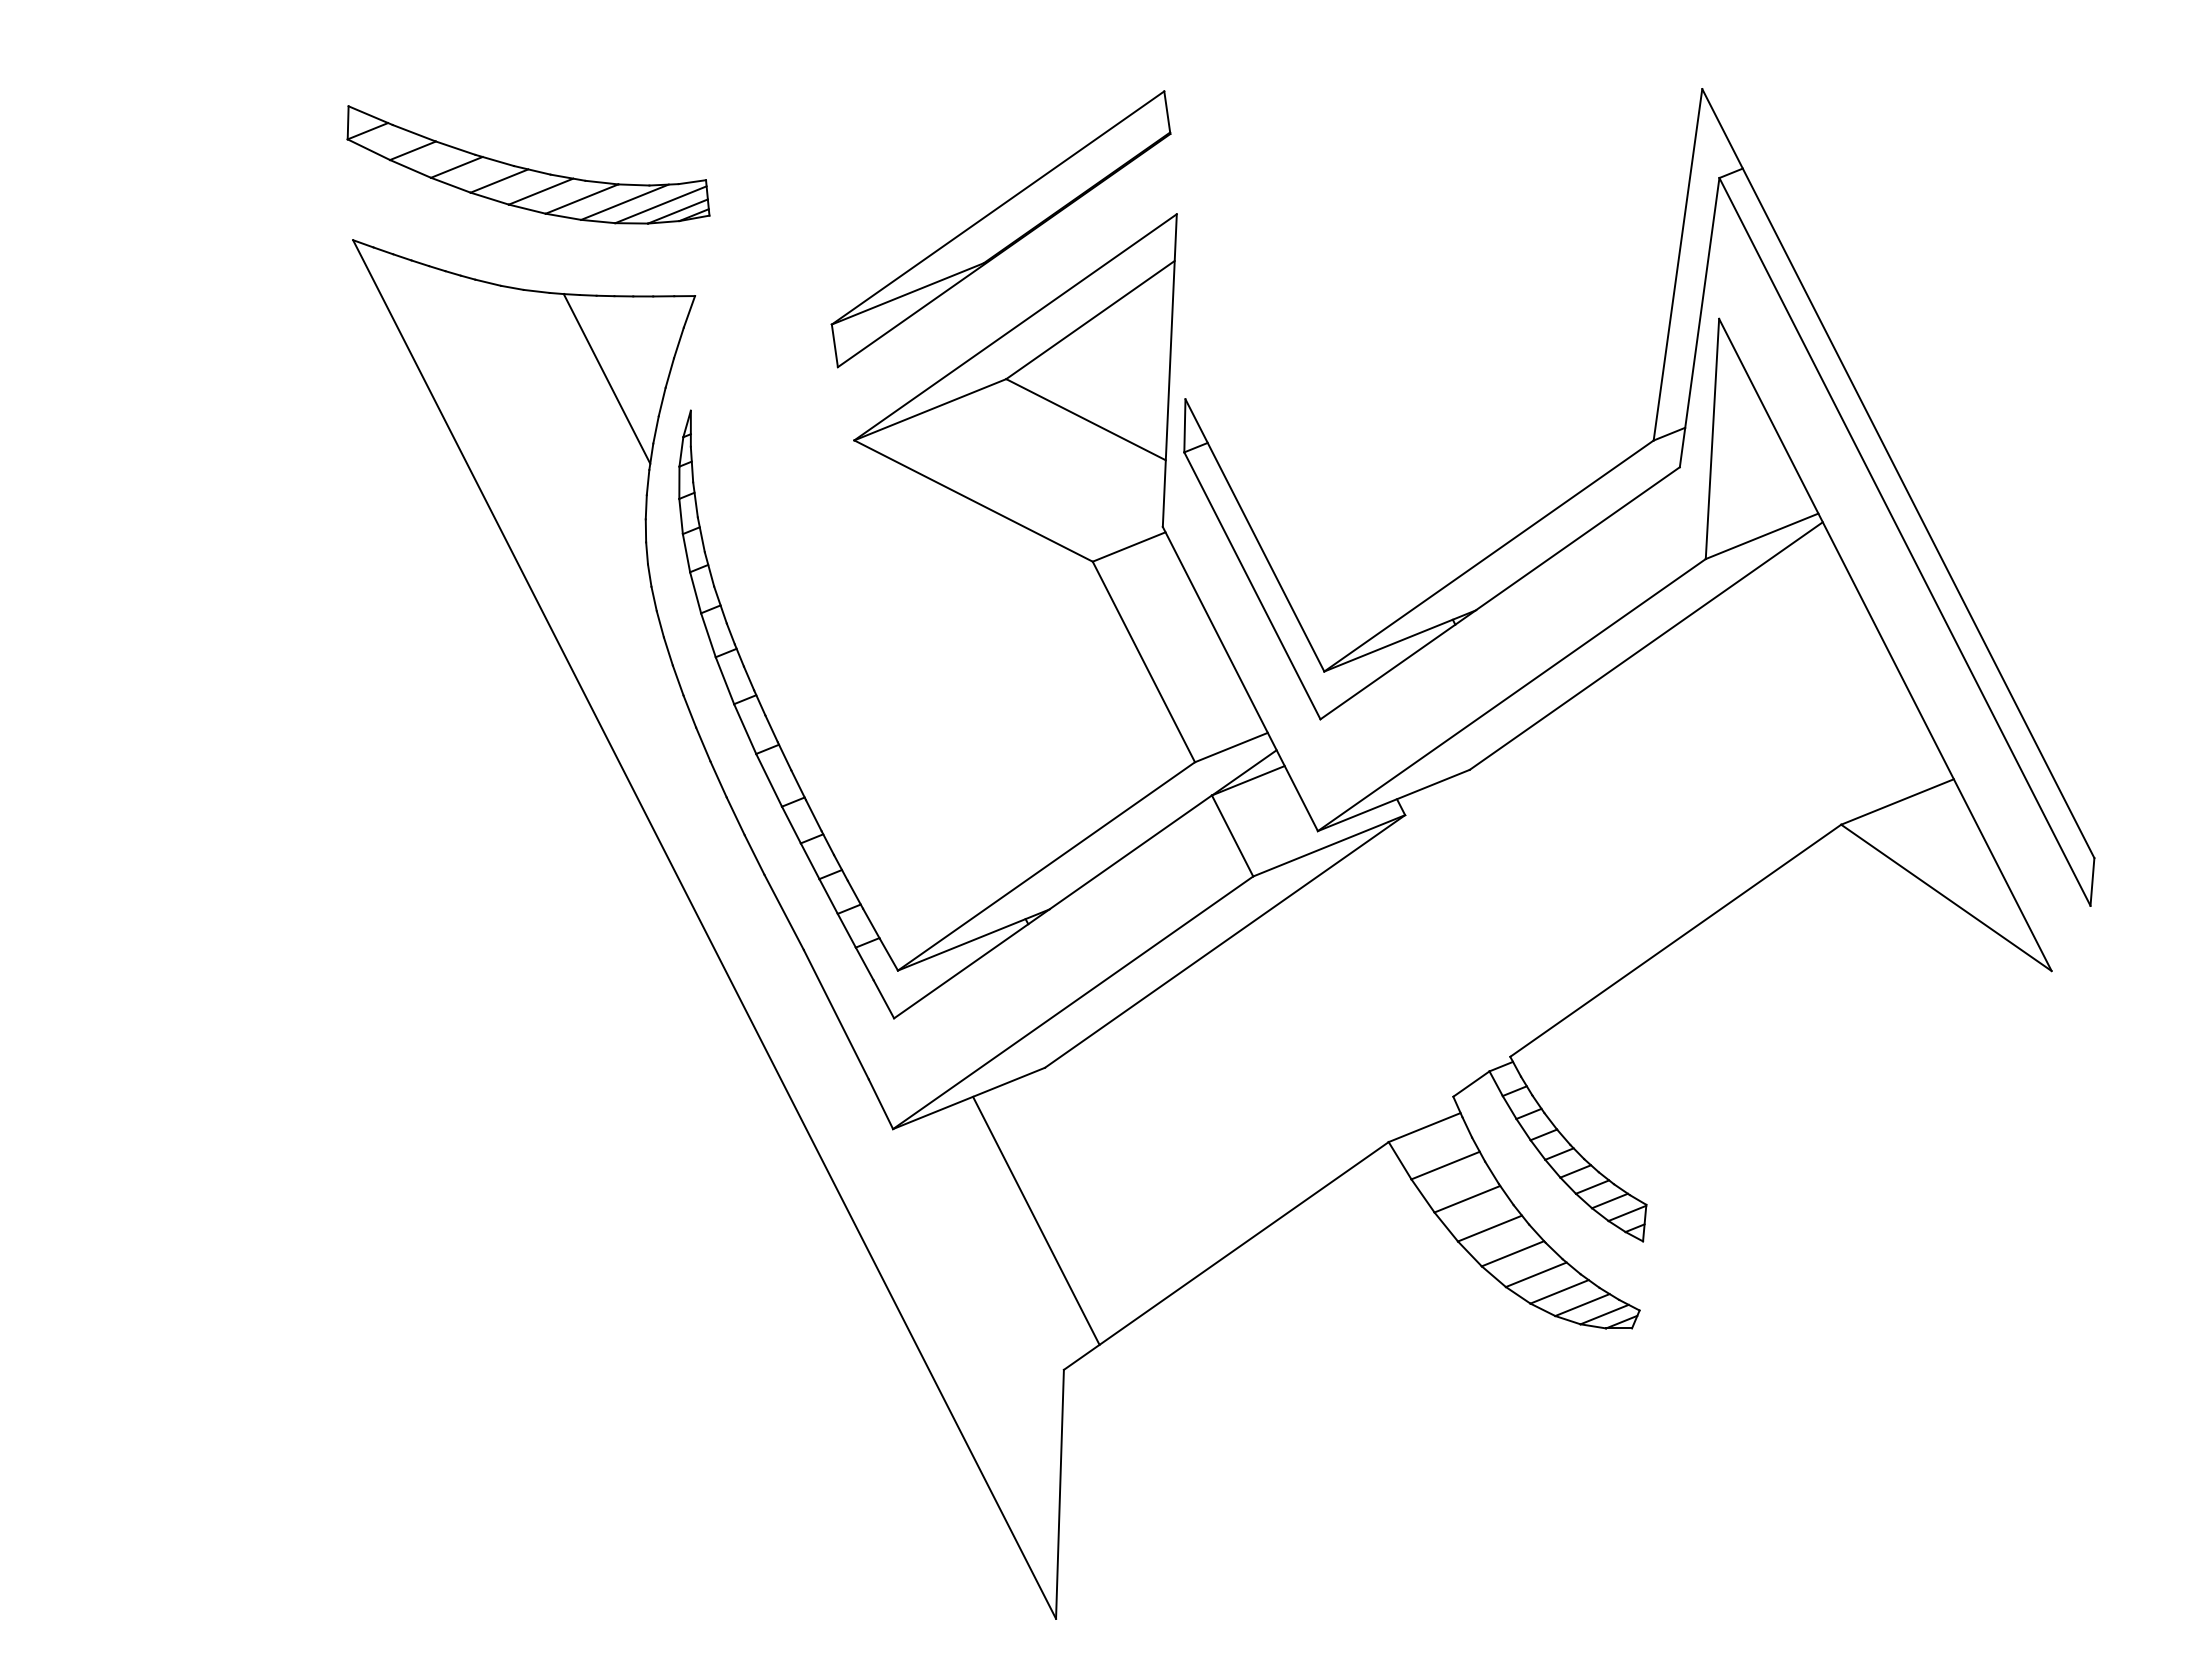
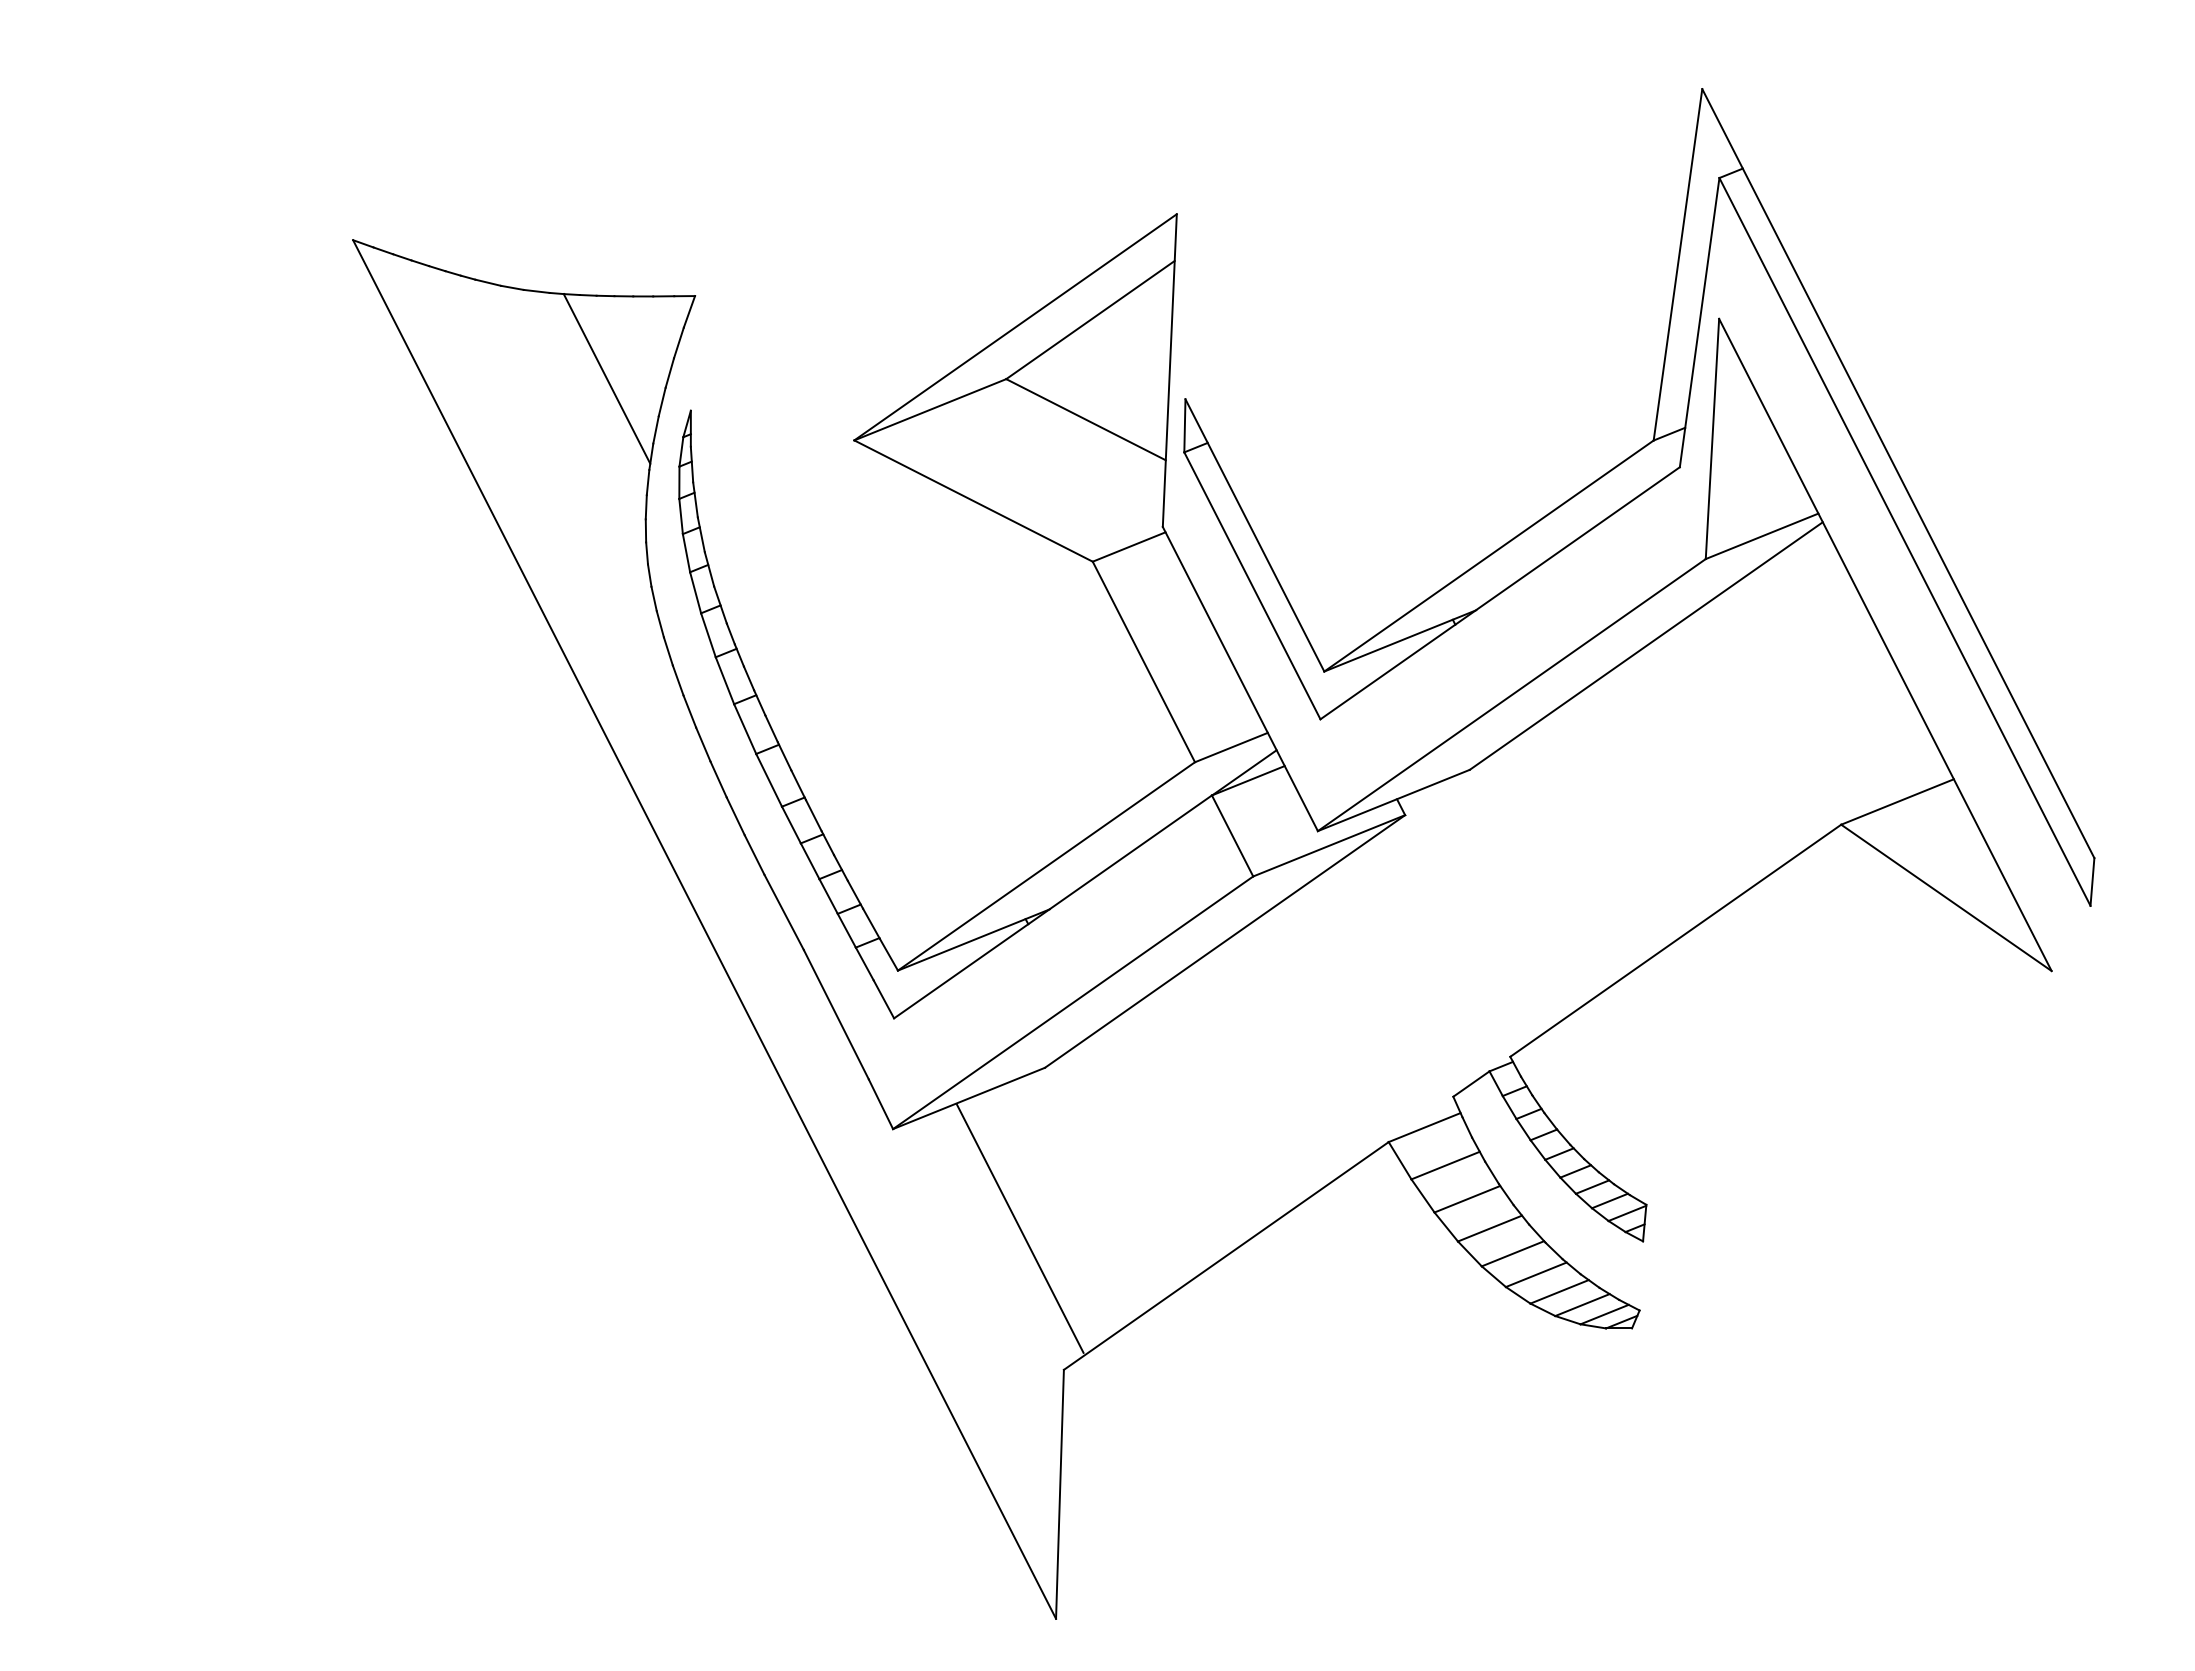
part at (528, 164): present -> none
part at (1000, 229): present -> none
line at (1036, 1220) position: (1036, 1220) -> (1020, 1228)
